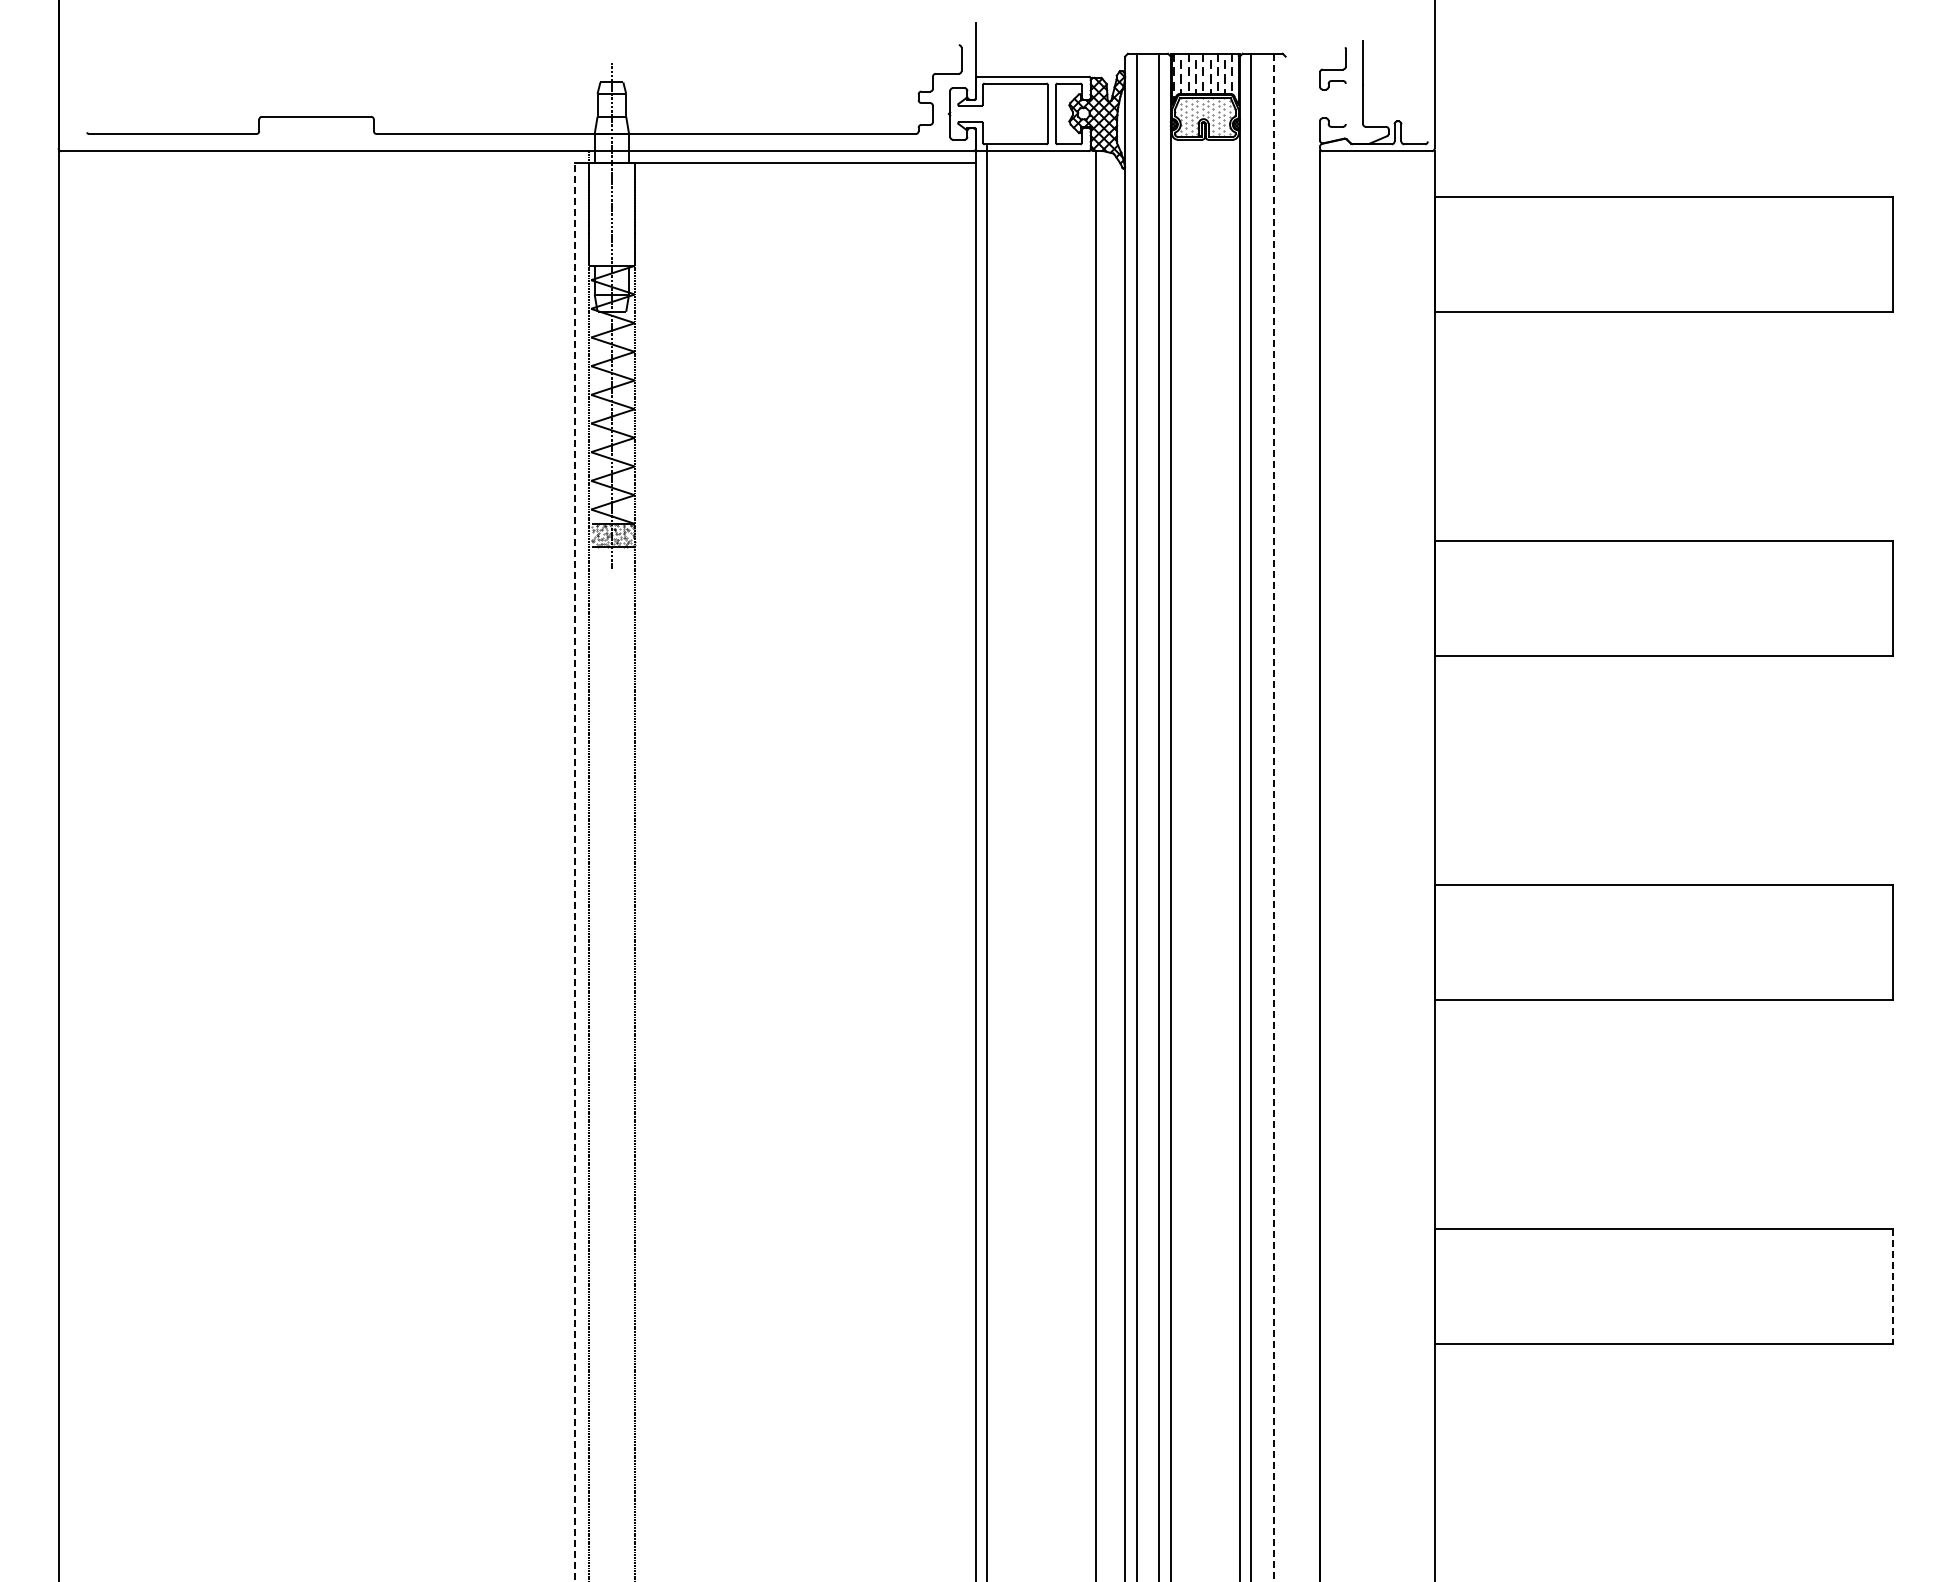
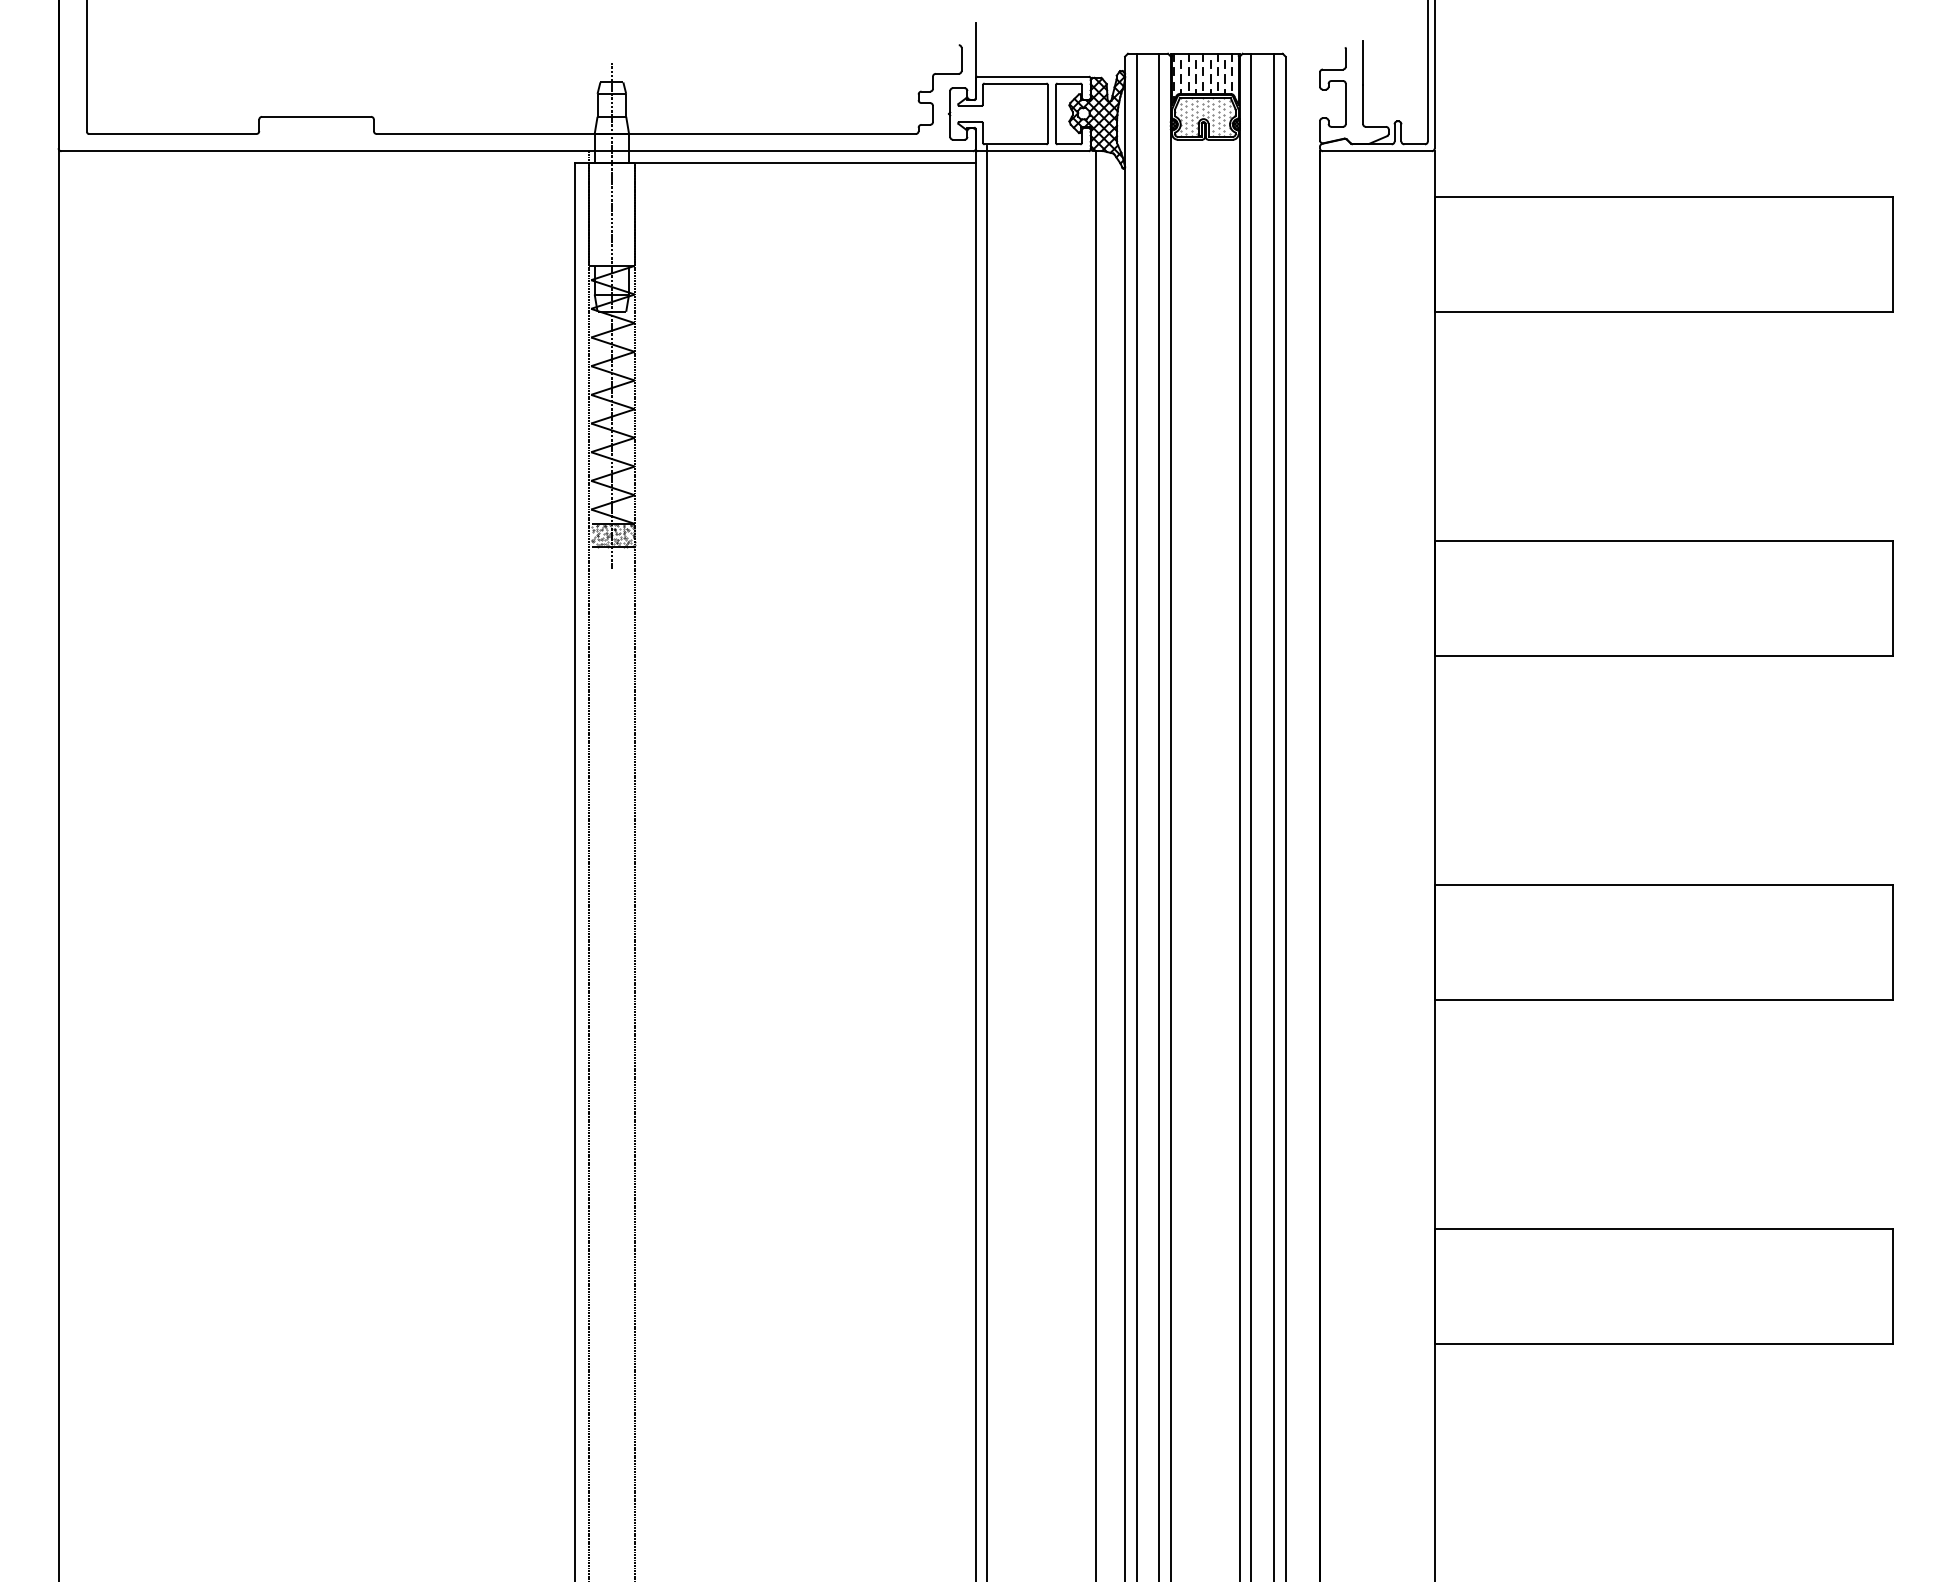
line at (87, 67): none -> present
line at (1427, 71): none -> present
line at (1345, 103): none -> present
line at (1285, 817): none -> present
line at (1274, 818): dashed -> solid
line at (574, 871): dashed -> solid
line at (1893, 1287): dashed -> solid
